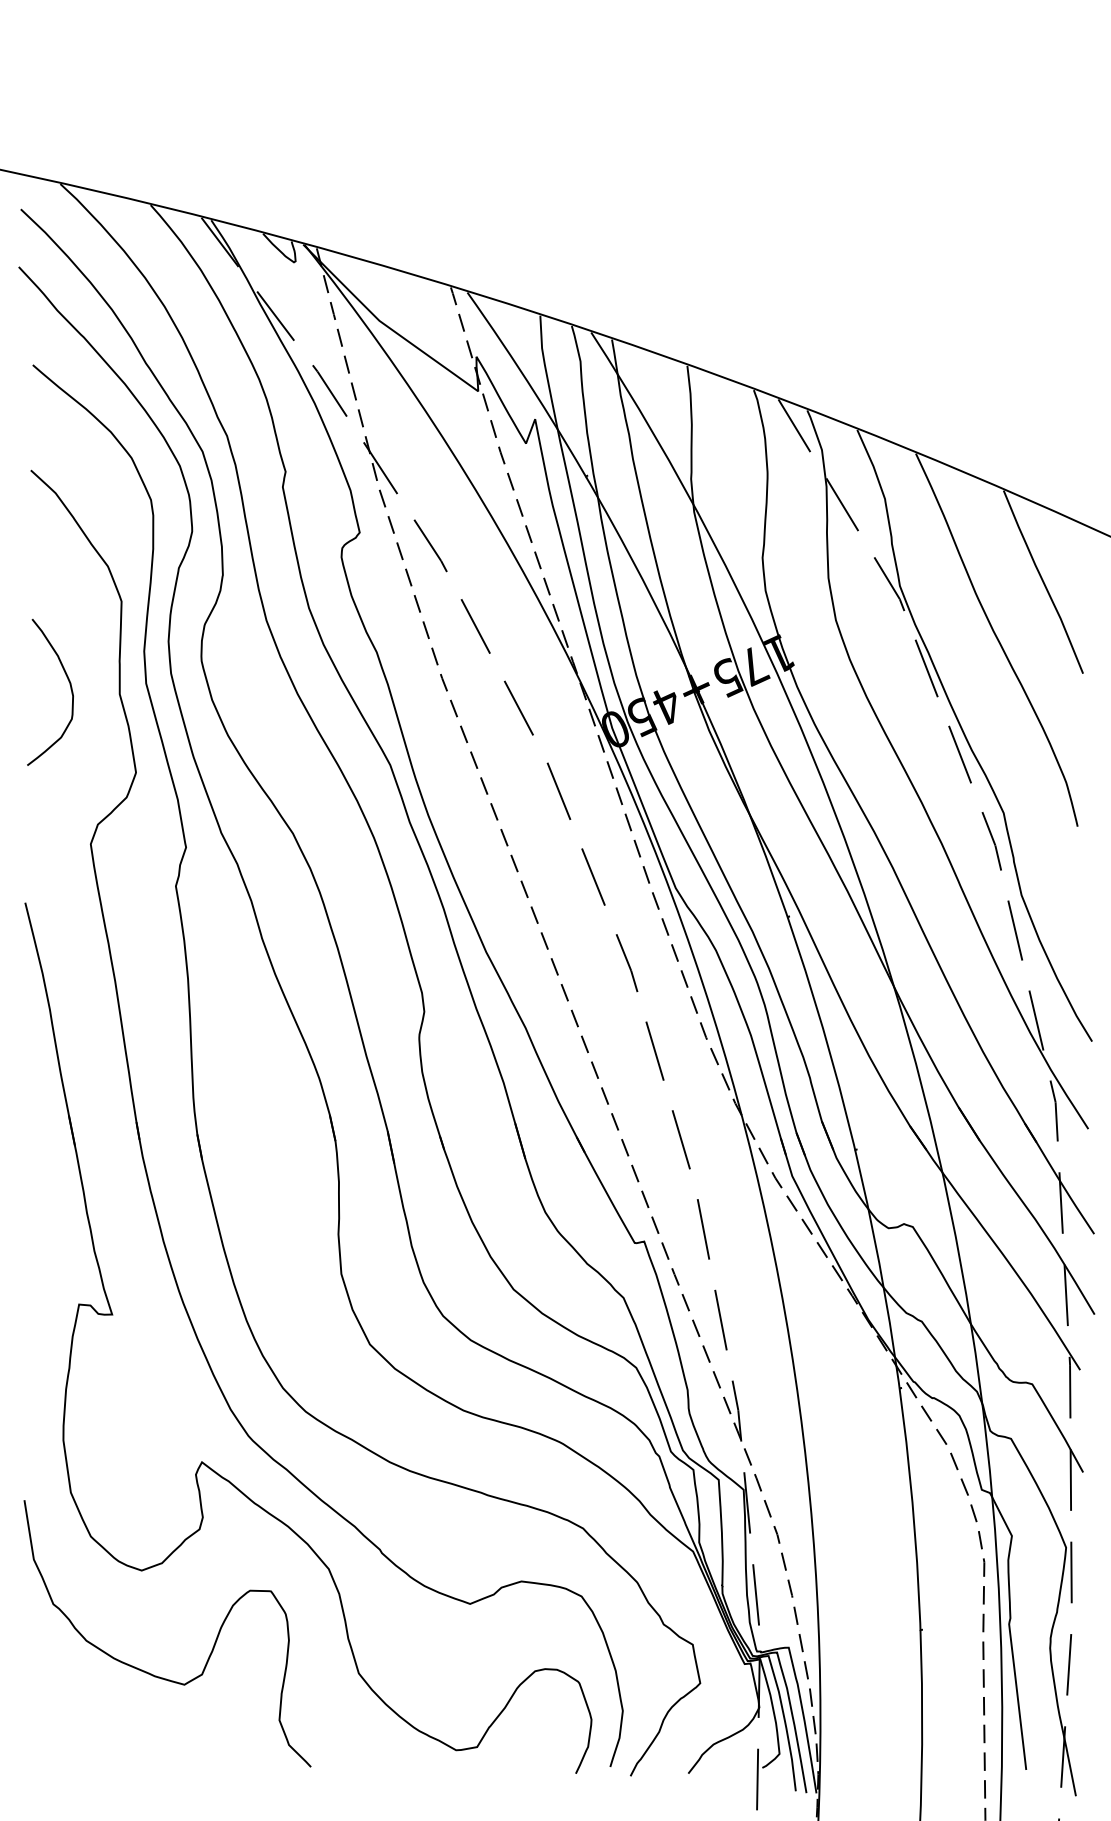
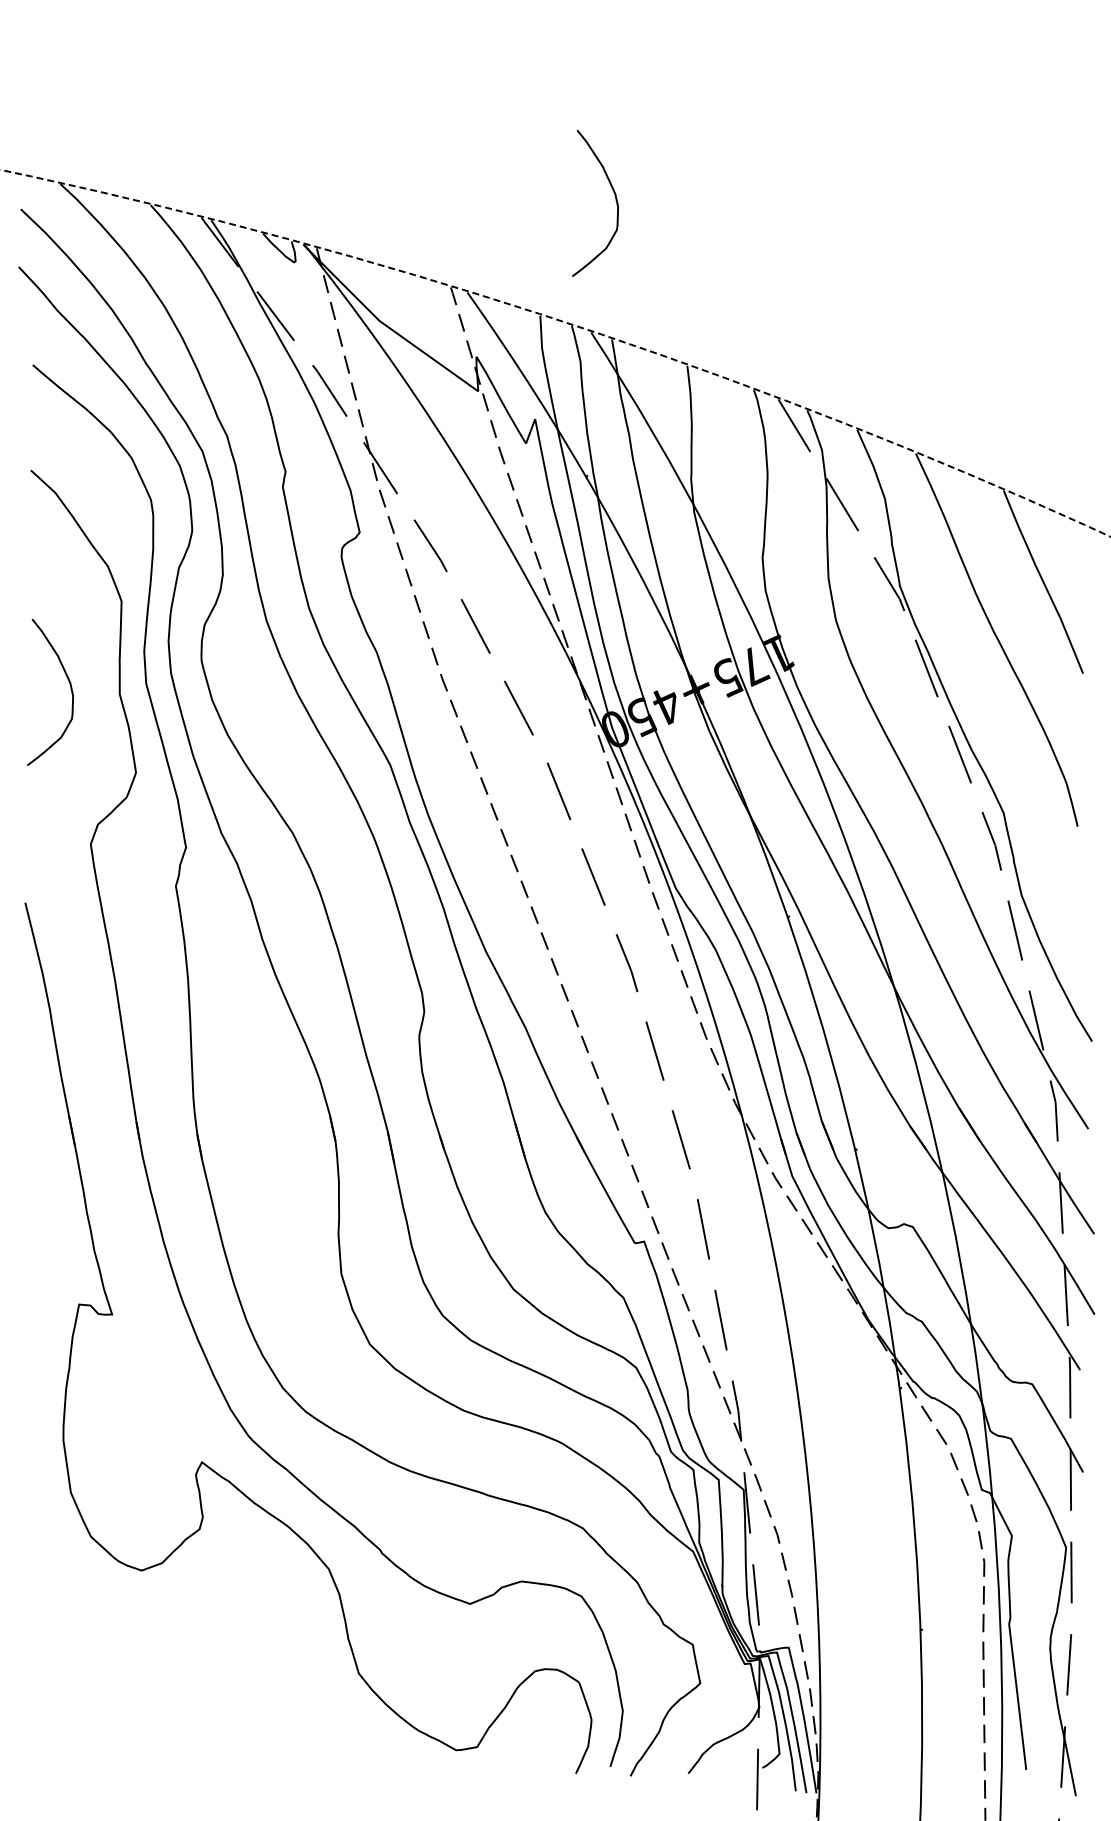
curve at (615, 200): none -> present
circle at (555, 352): solid -> dashed
curve at (149, 1672): present -> none
